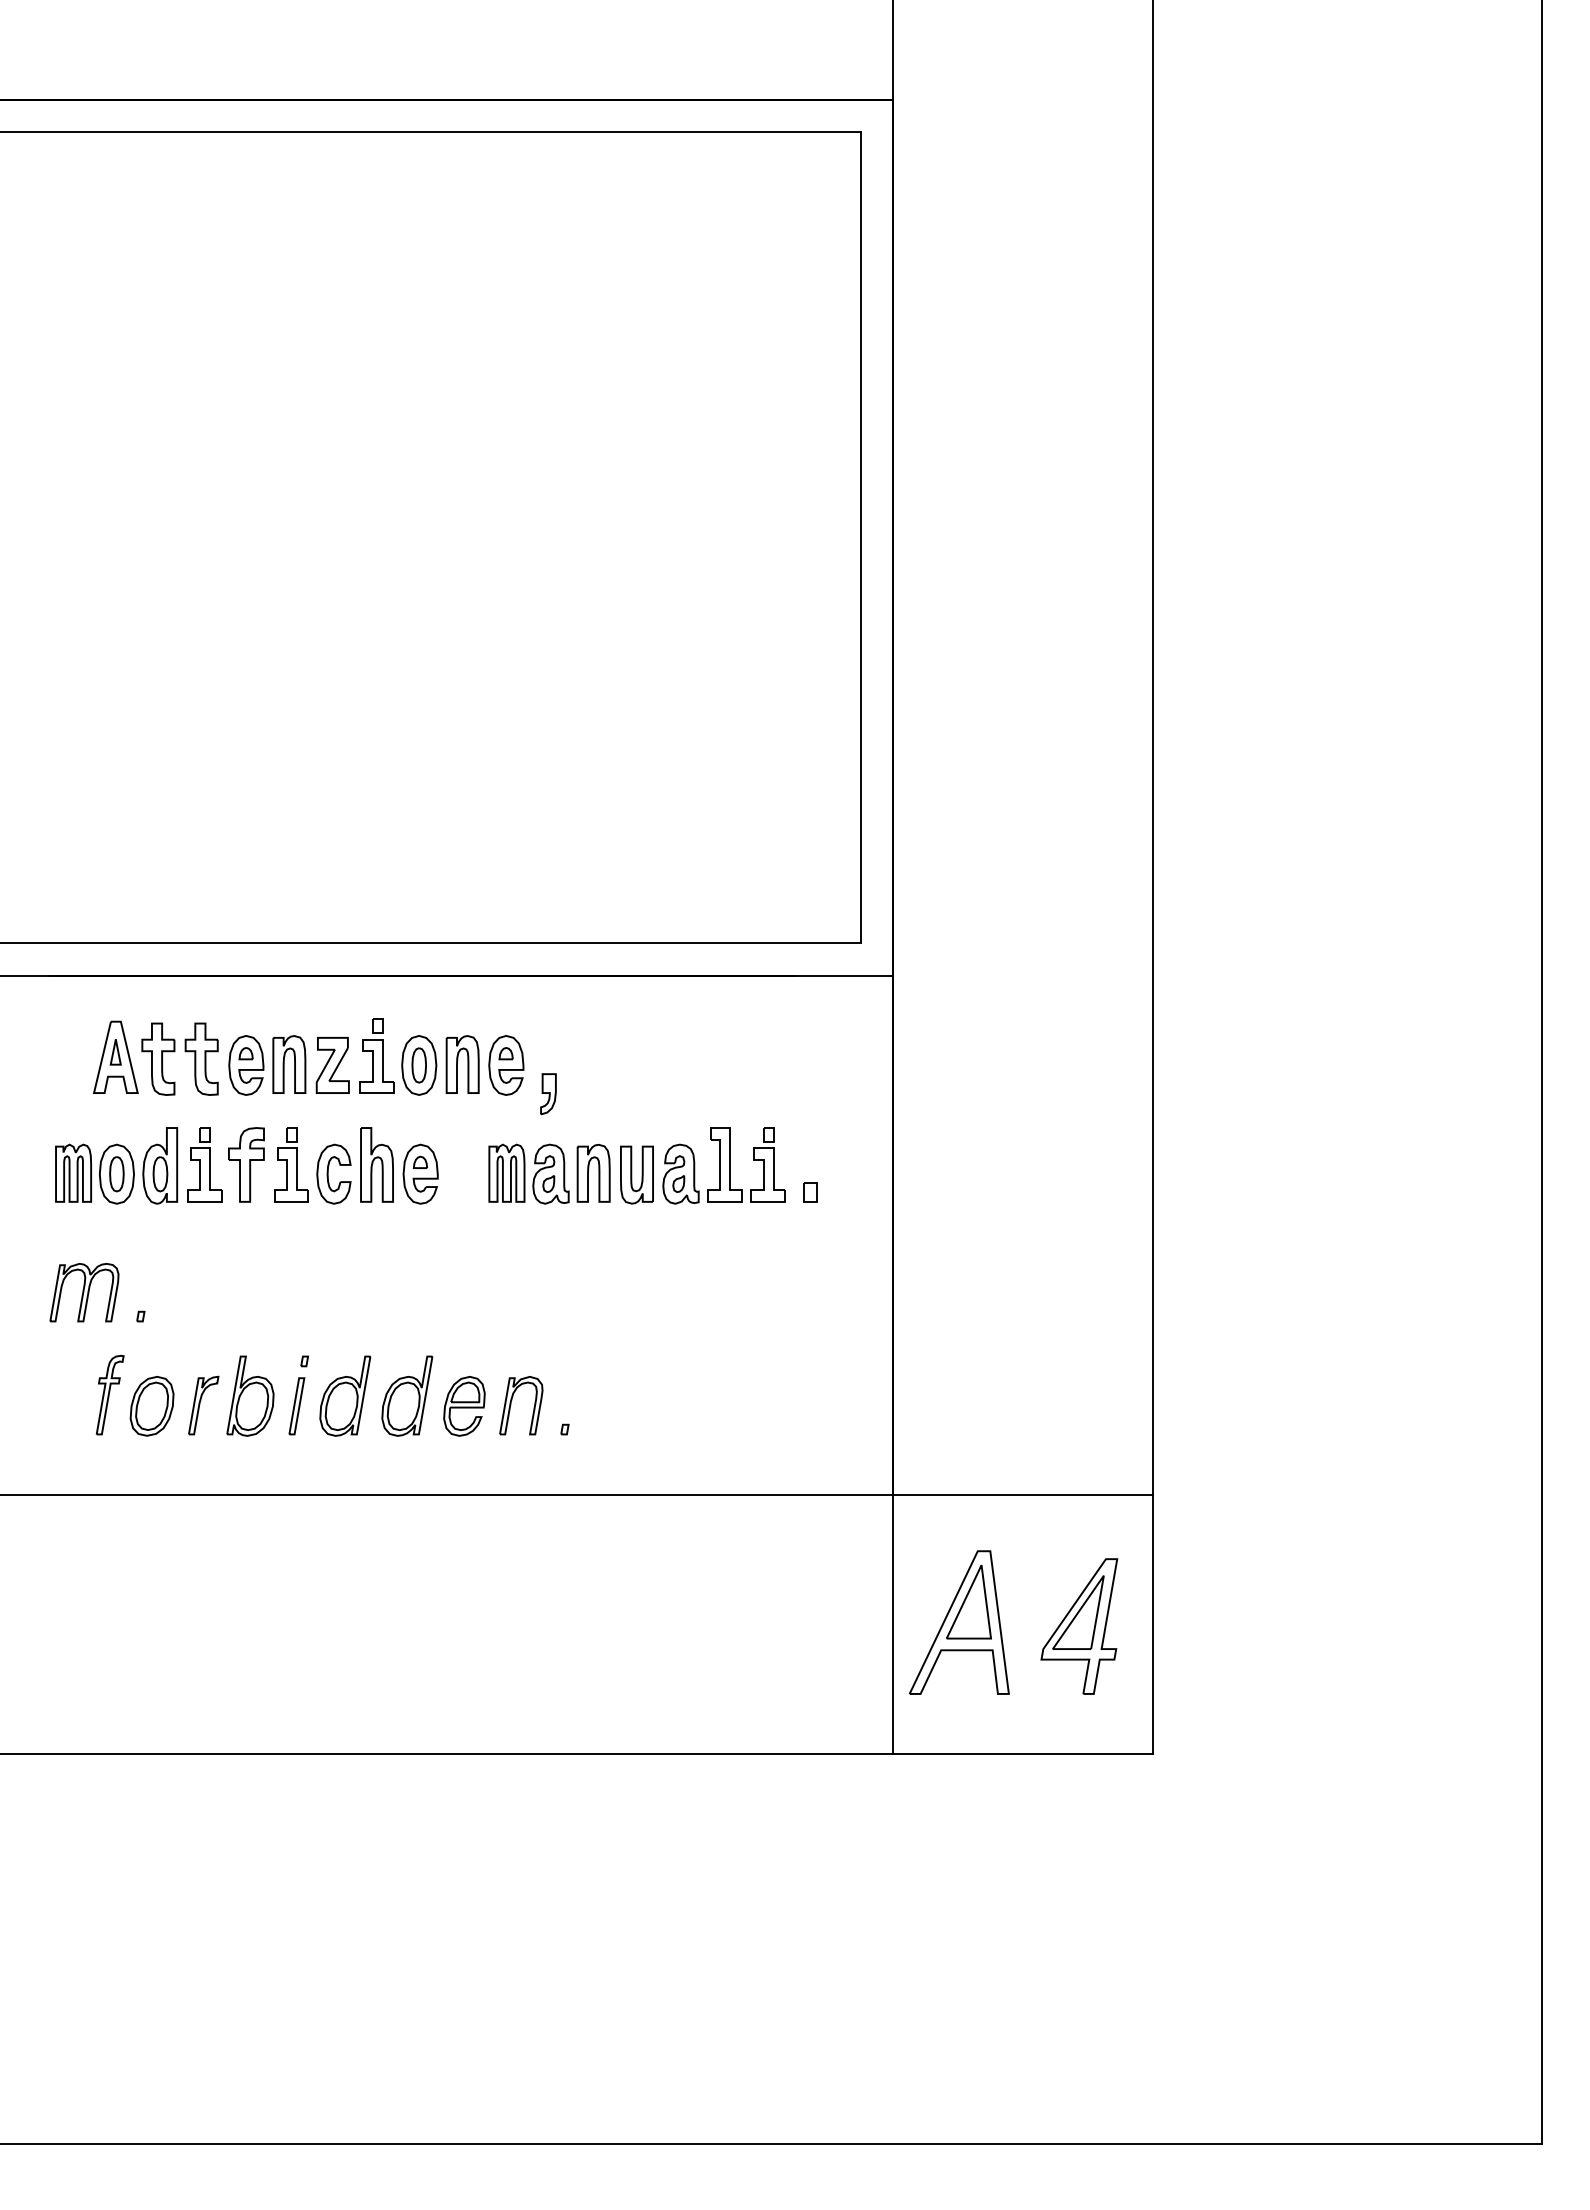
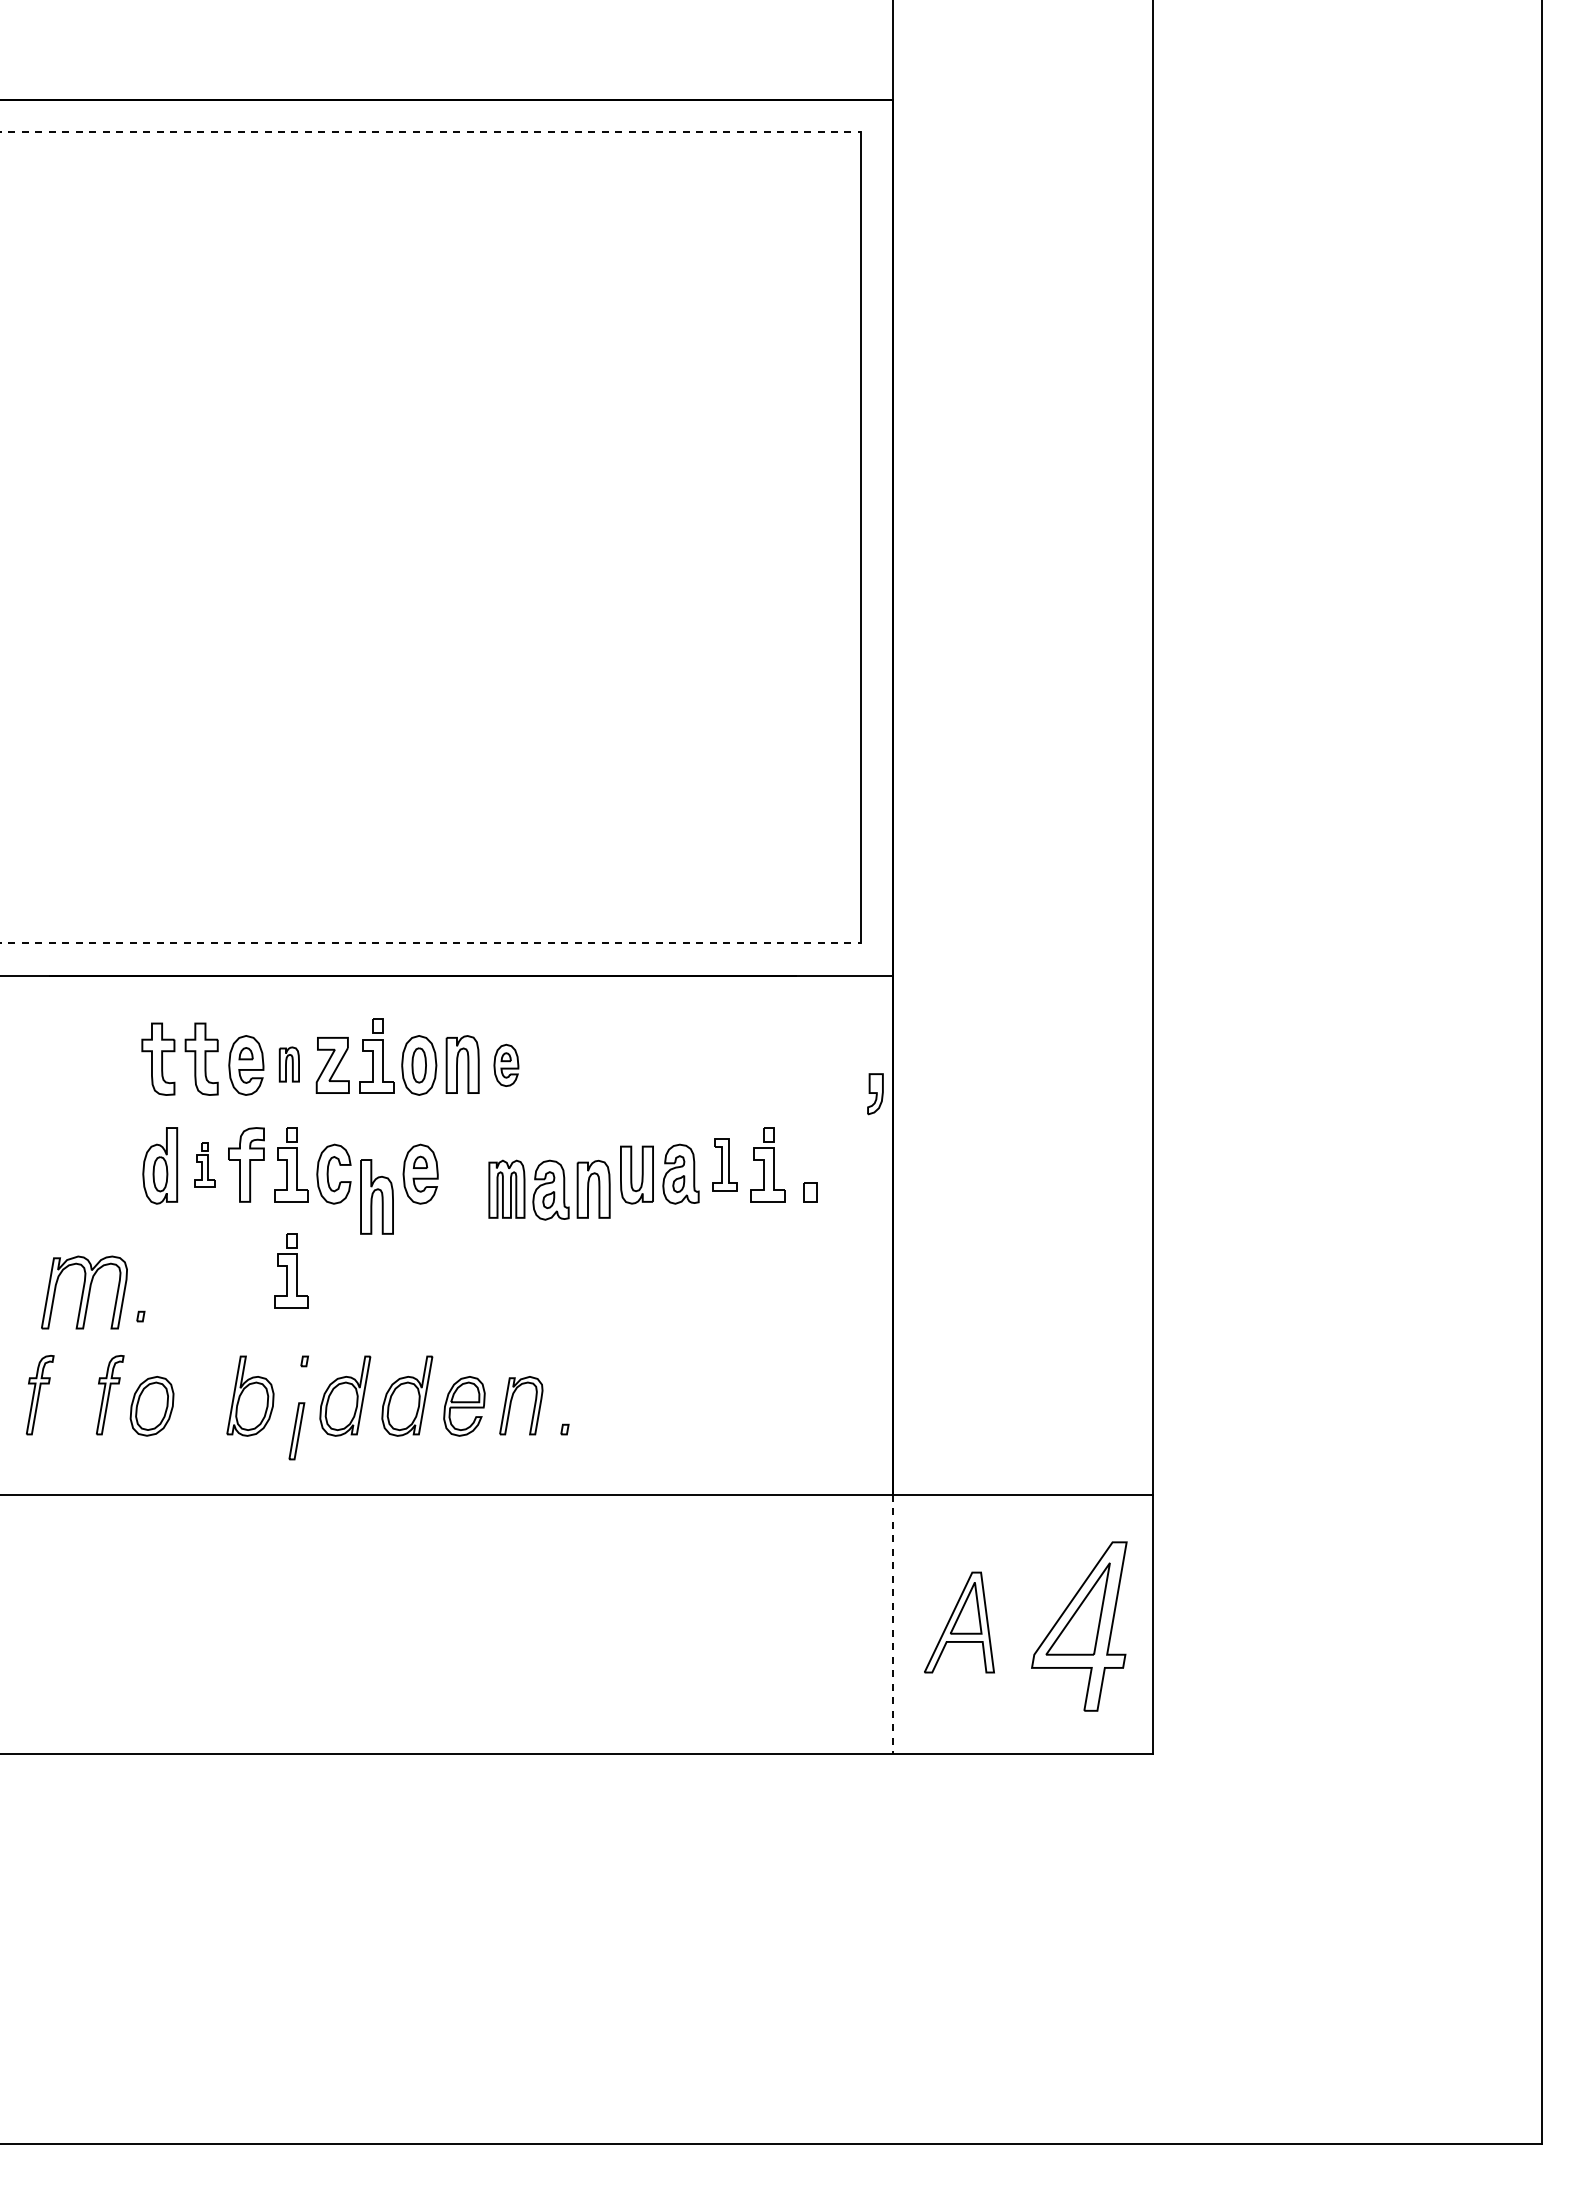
line at (431, 132): solid -> dashed
line at (431, 943): solid -> dashed
part at (115, 1056): present -> none
part at (289, 1064) size: 35x59 px -> 22x37 px
part at (506, 1065) size: 37x61 px -> 27x44 px
part at (548, 1094) position: (548, 1094) -> (875, 1094)
part at (204, 1164) size: 36x76 px -> 22x46 px
part at (376, 1164) position: (376, 1164) -> (376, 1196)
part at (724, 1164) size: 36x76 px -> 26x54 px
part at (94, 1173): present -> none
part at (549, 1173) position: (549, 1173) -> (549, 1189)
part at (291, 1270): none -> present
part at (84, 1292) size: 71x60 px -> 87x75 px
part at (40, 1395): none -> present
part at (203, 1405): present -> none
part at (296, 1406) position: (296, 1406) -> (296, 1431)
part at (959, 1622) size: 101x145 px -> 71x103 px
line at (893, 1624): solid -> dashed
part at (1079, 1626) size: 79x137 px -> 97x171 px
